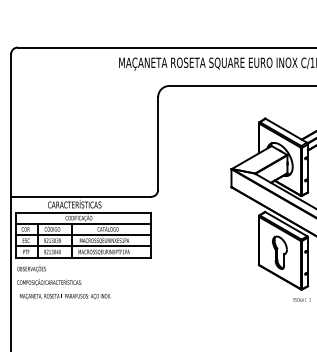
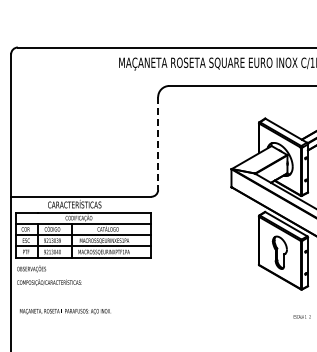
line at (158, 144): solid -> dashed
text at (65, 296) position: (65, 296) -> (65, 311)
text at (301, 299) position: (301, 299) -> (301, 316)
